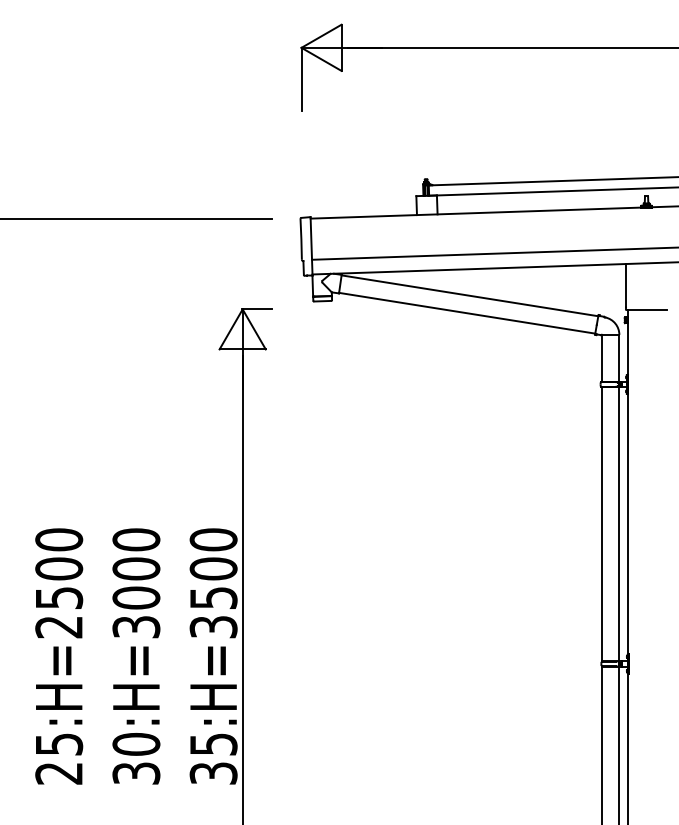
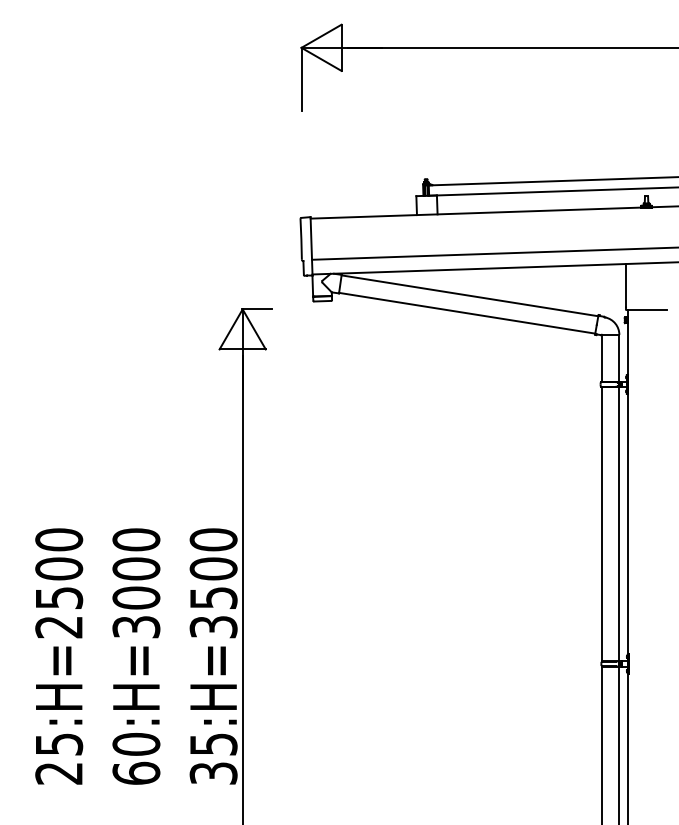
line at (137, 218): present -> none
text at (136, 772): 30:H=3000 -> 60:H=3000
